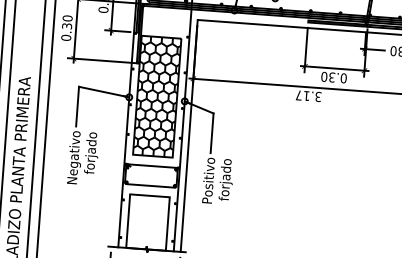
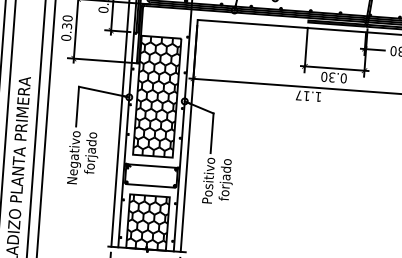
text at (318, 96): 3.17 -> 1.17
line at (120, 124): none -> present
hatch at (147, 222): none -> present
